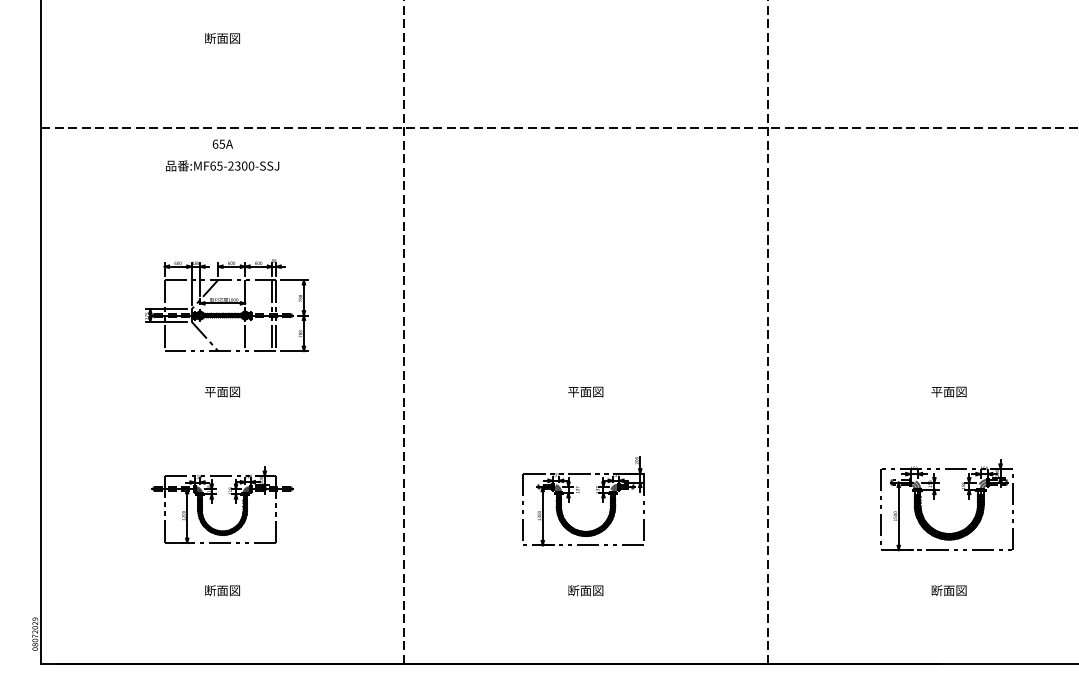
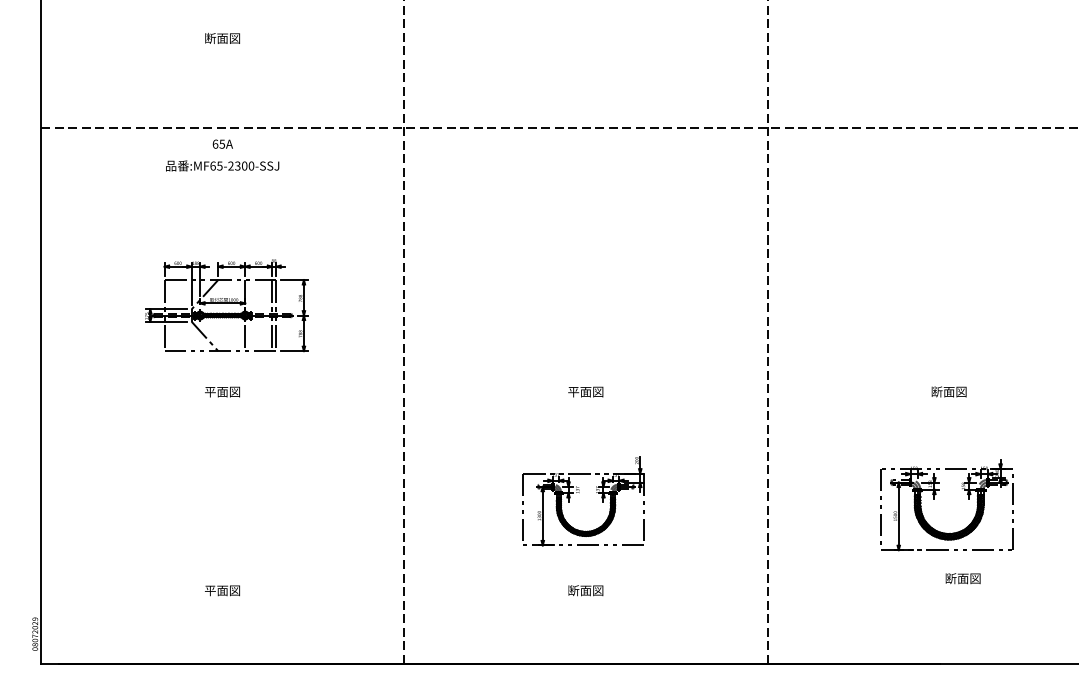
text at (936, 391): 平面図 -> 断面図
part at (212, 503): present -> none
text at (210, 590): 断面図 -> 平面図
text at (948, 590) position: (948, 590) -> (962, 578)
